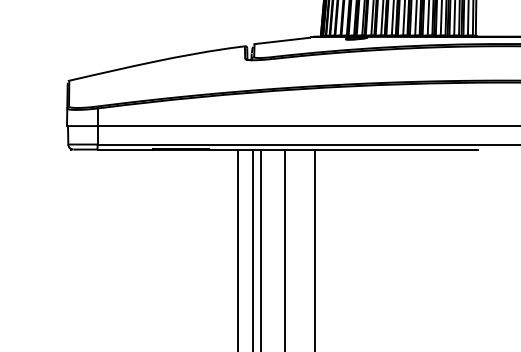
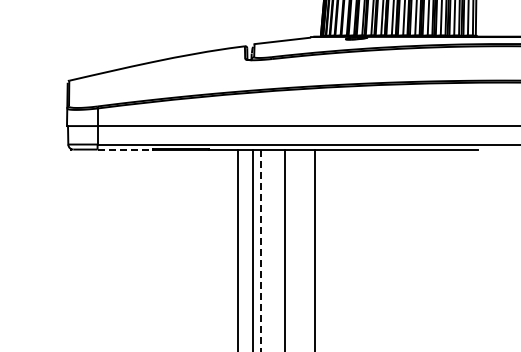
line at (125, 149): solid -> dashed
line at (260, 250): solid -> dashed
